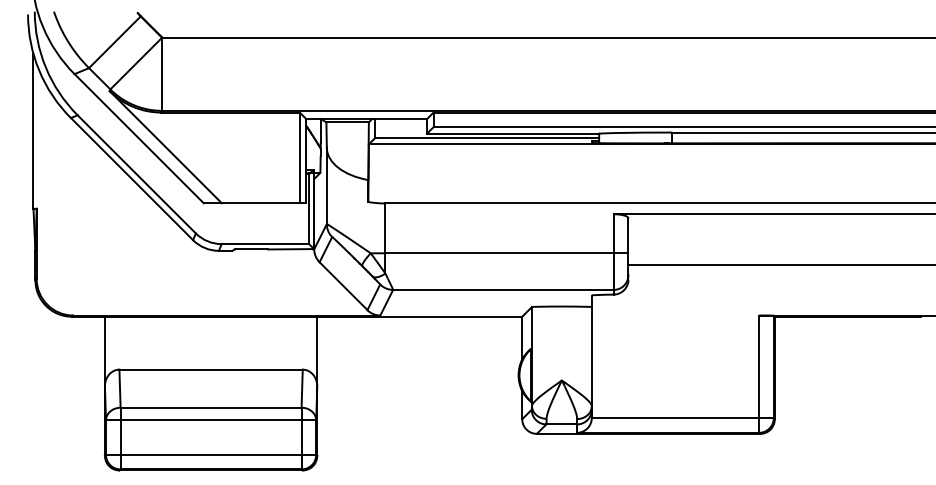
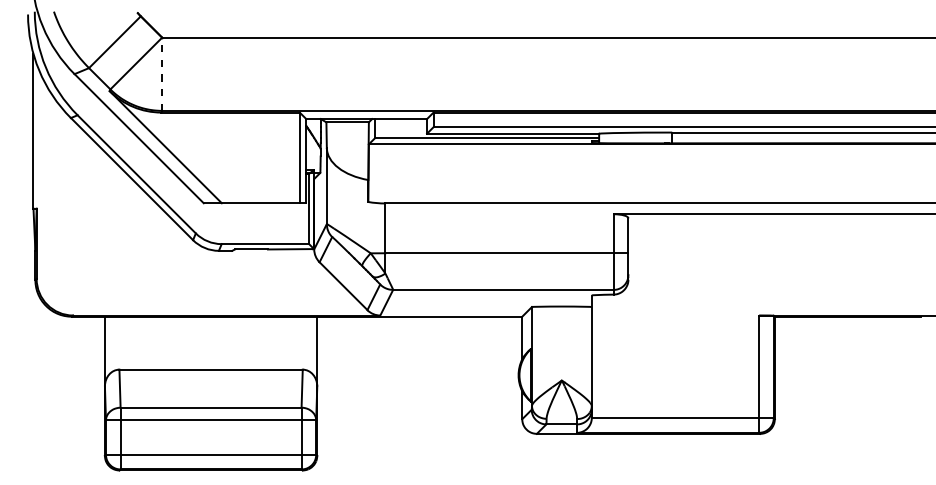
line at (162, 74): solid -> dashed
line at (780, 265): present -> none
